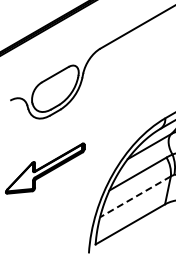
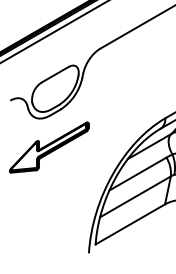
line at (54, 32): none -> present
part at (45, 168) position: (45, 168) -> (49, 147)
line at (135, 196): dashed -> solid
